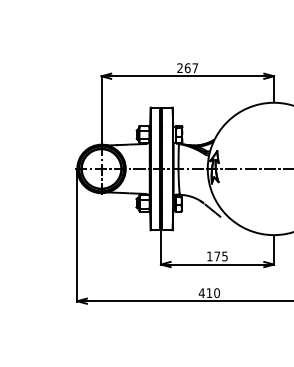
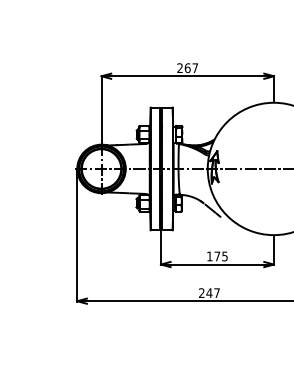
text at (208, 293): 410 -> 247
